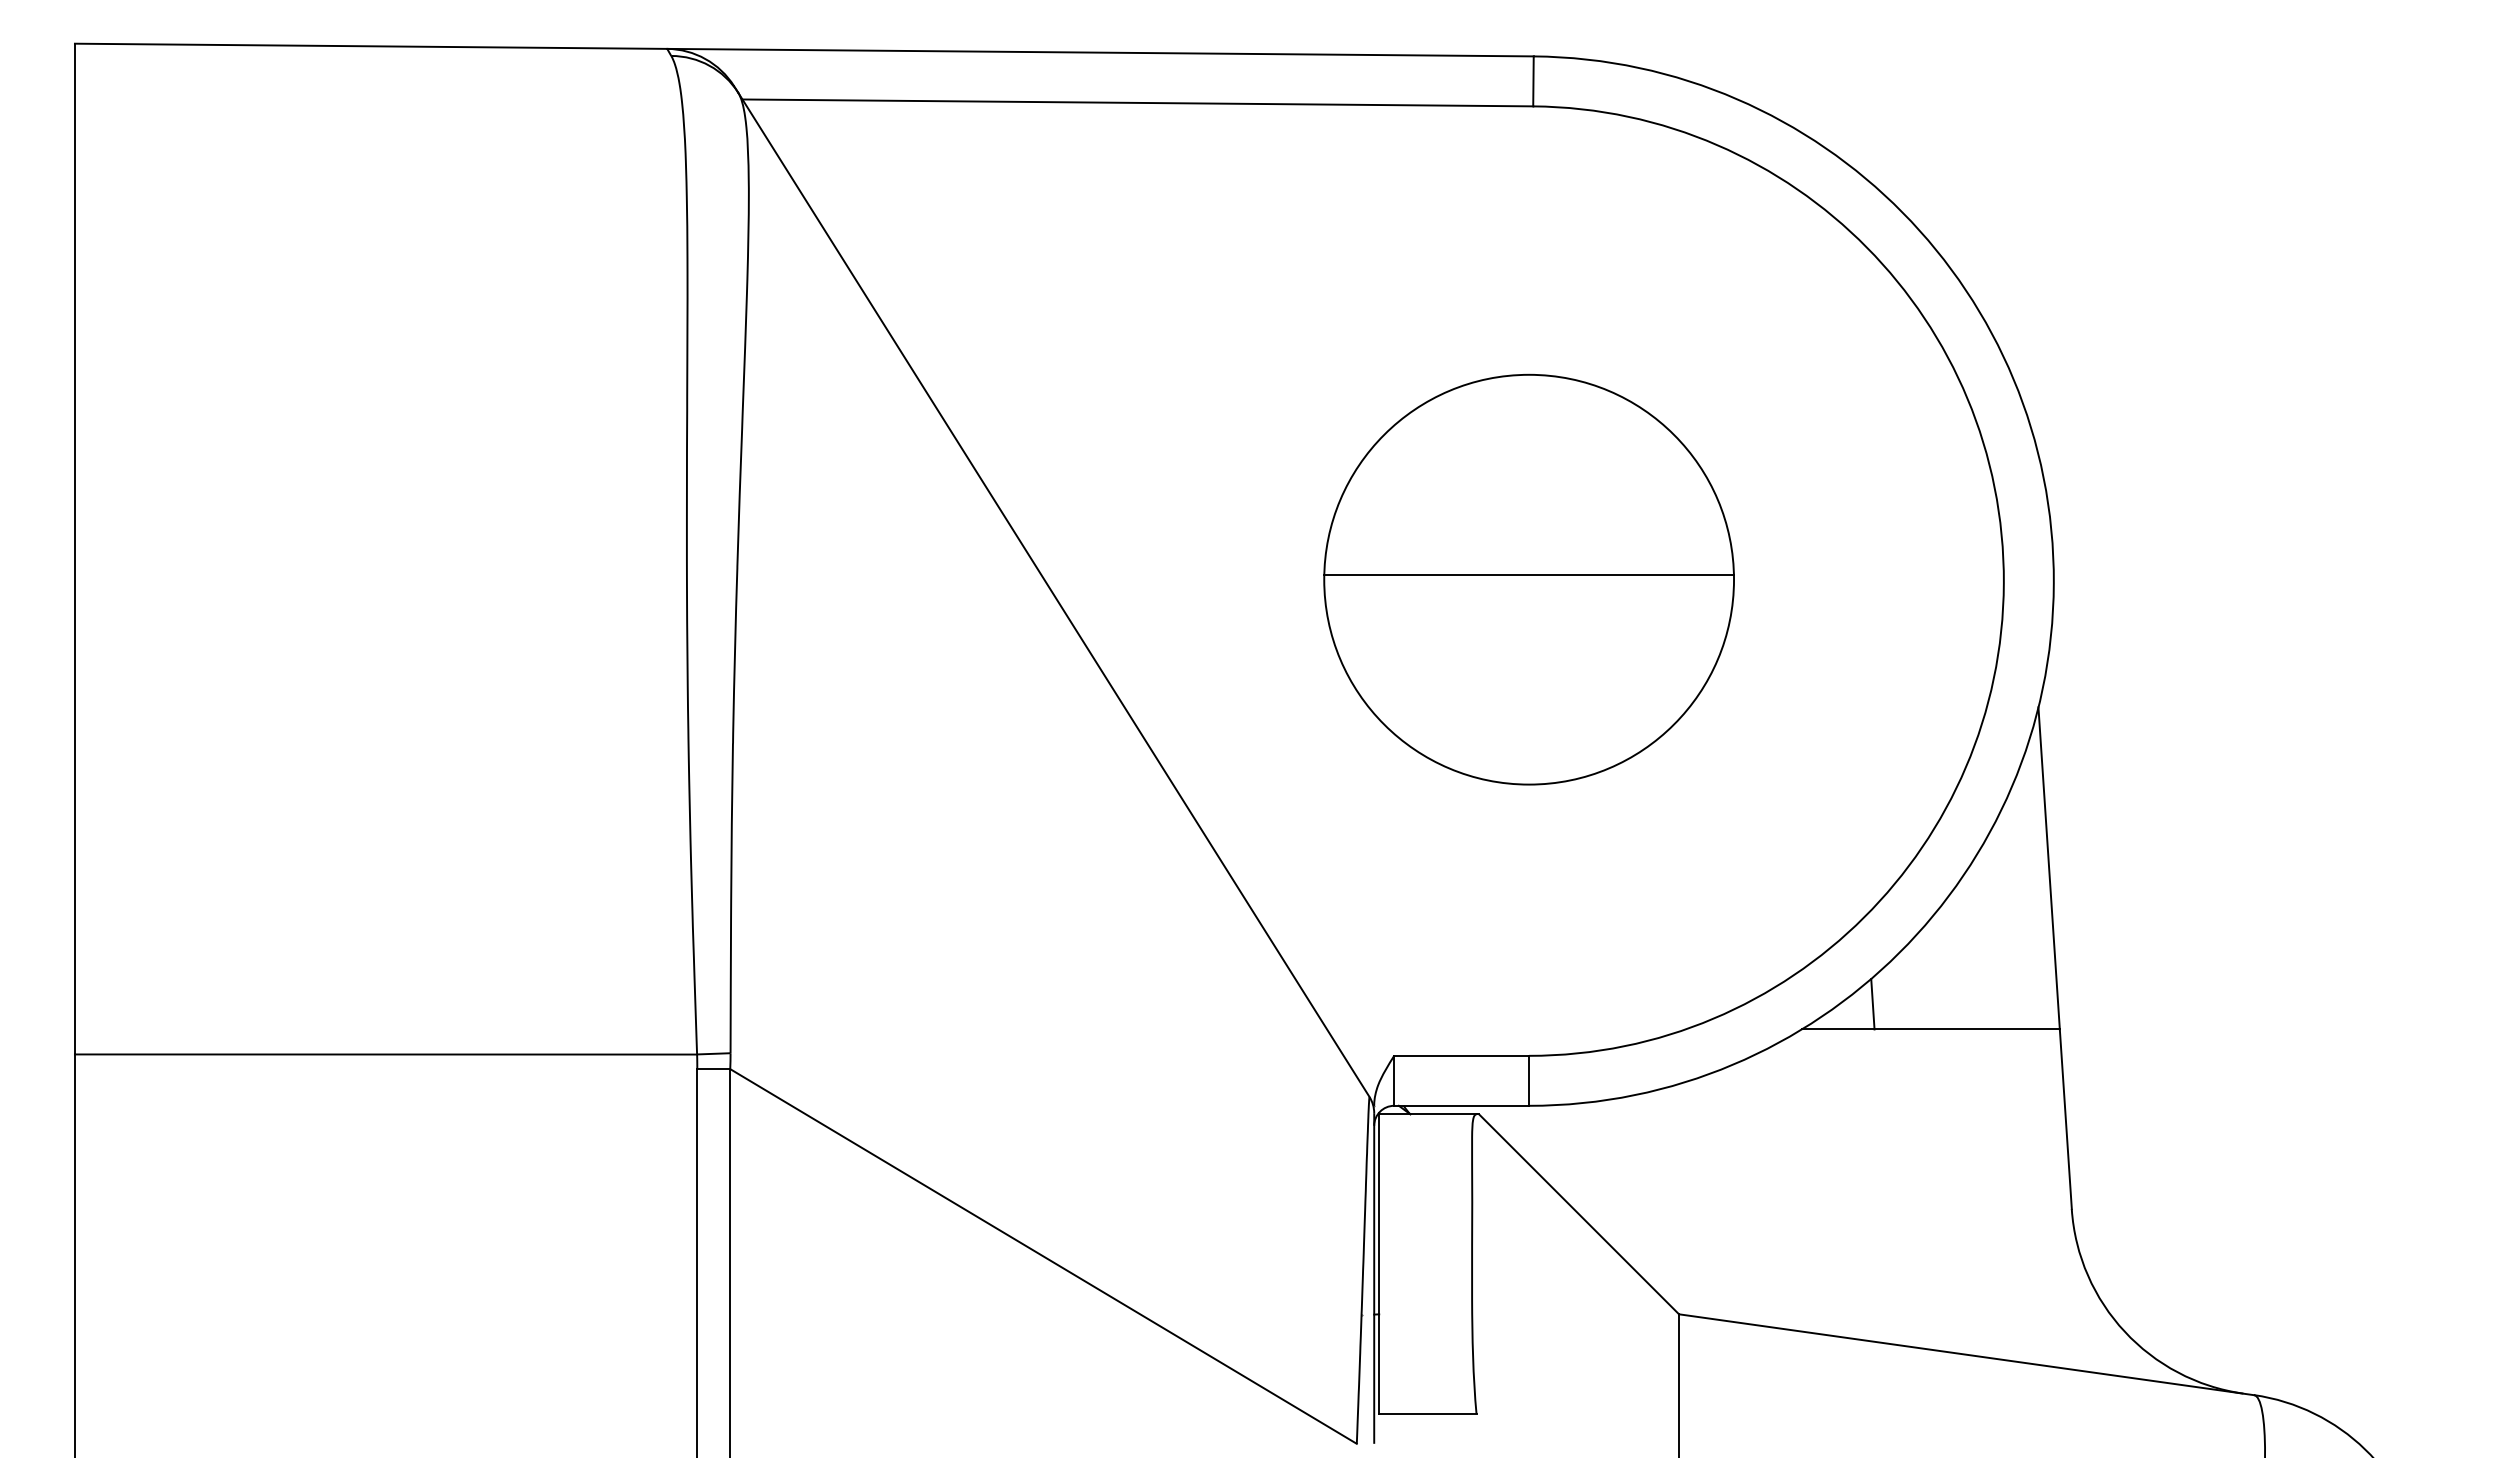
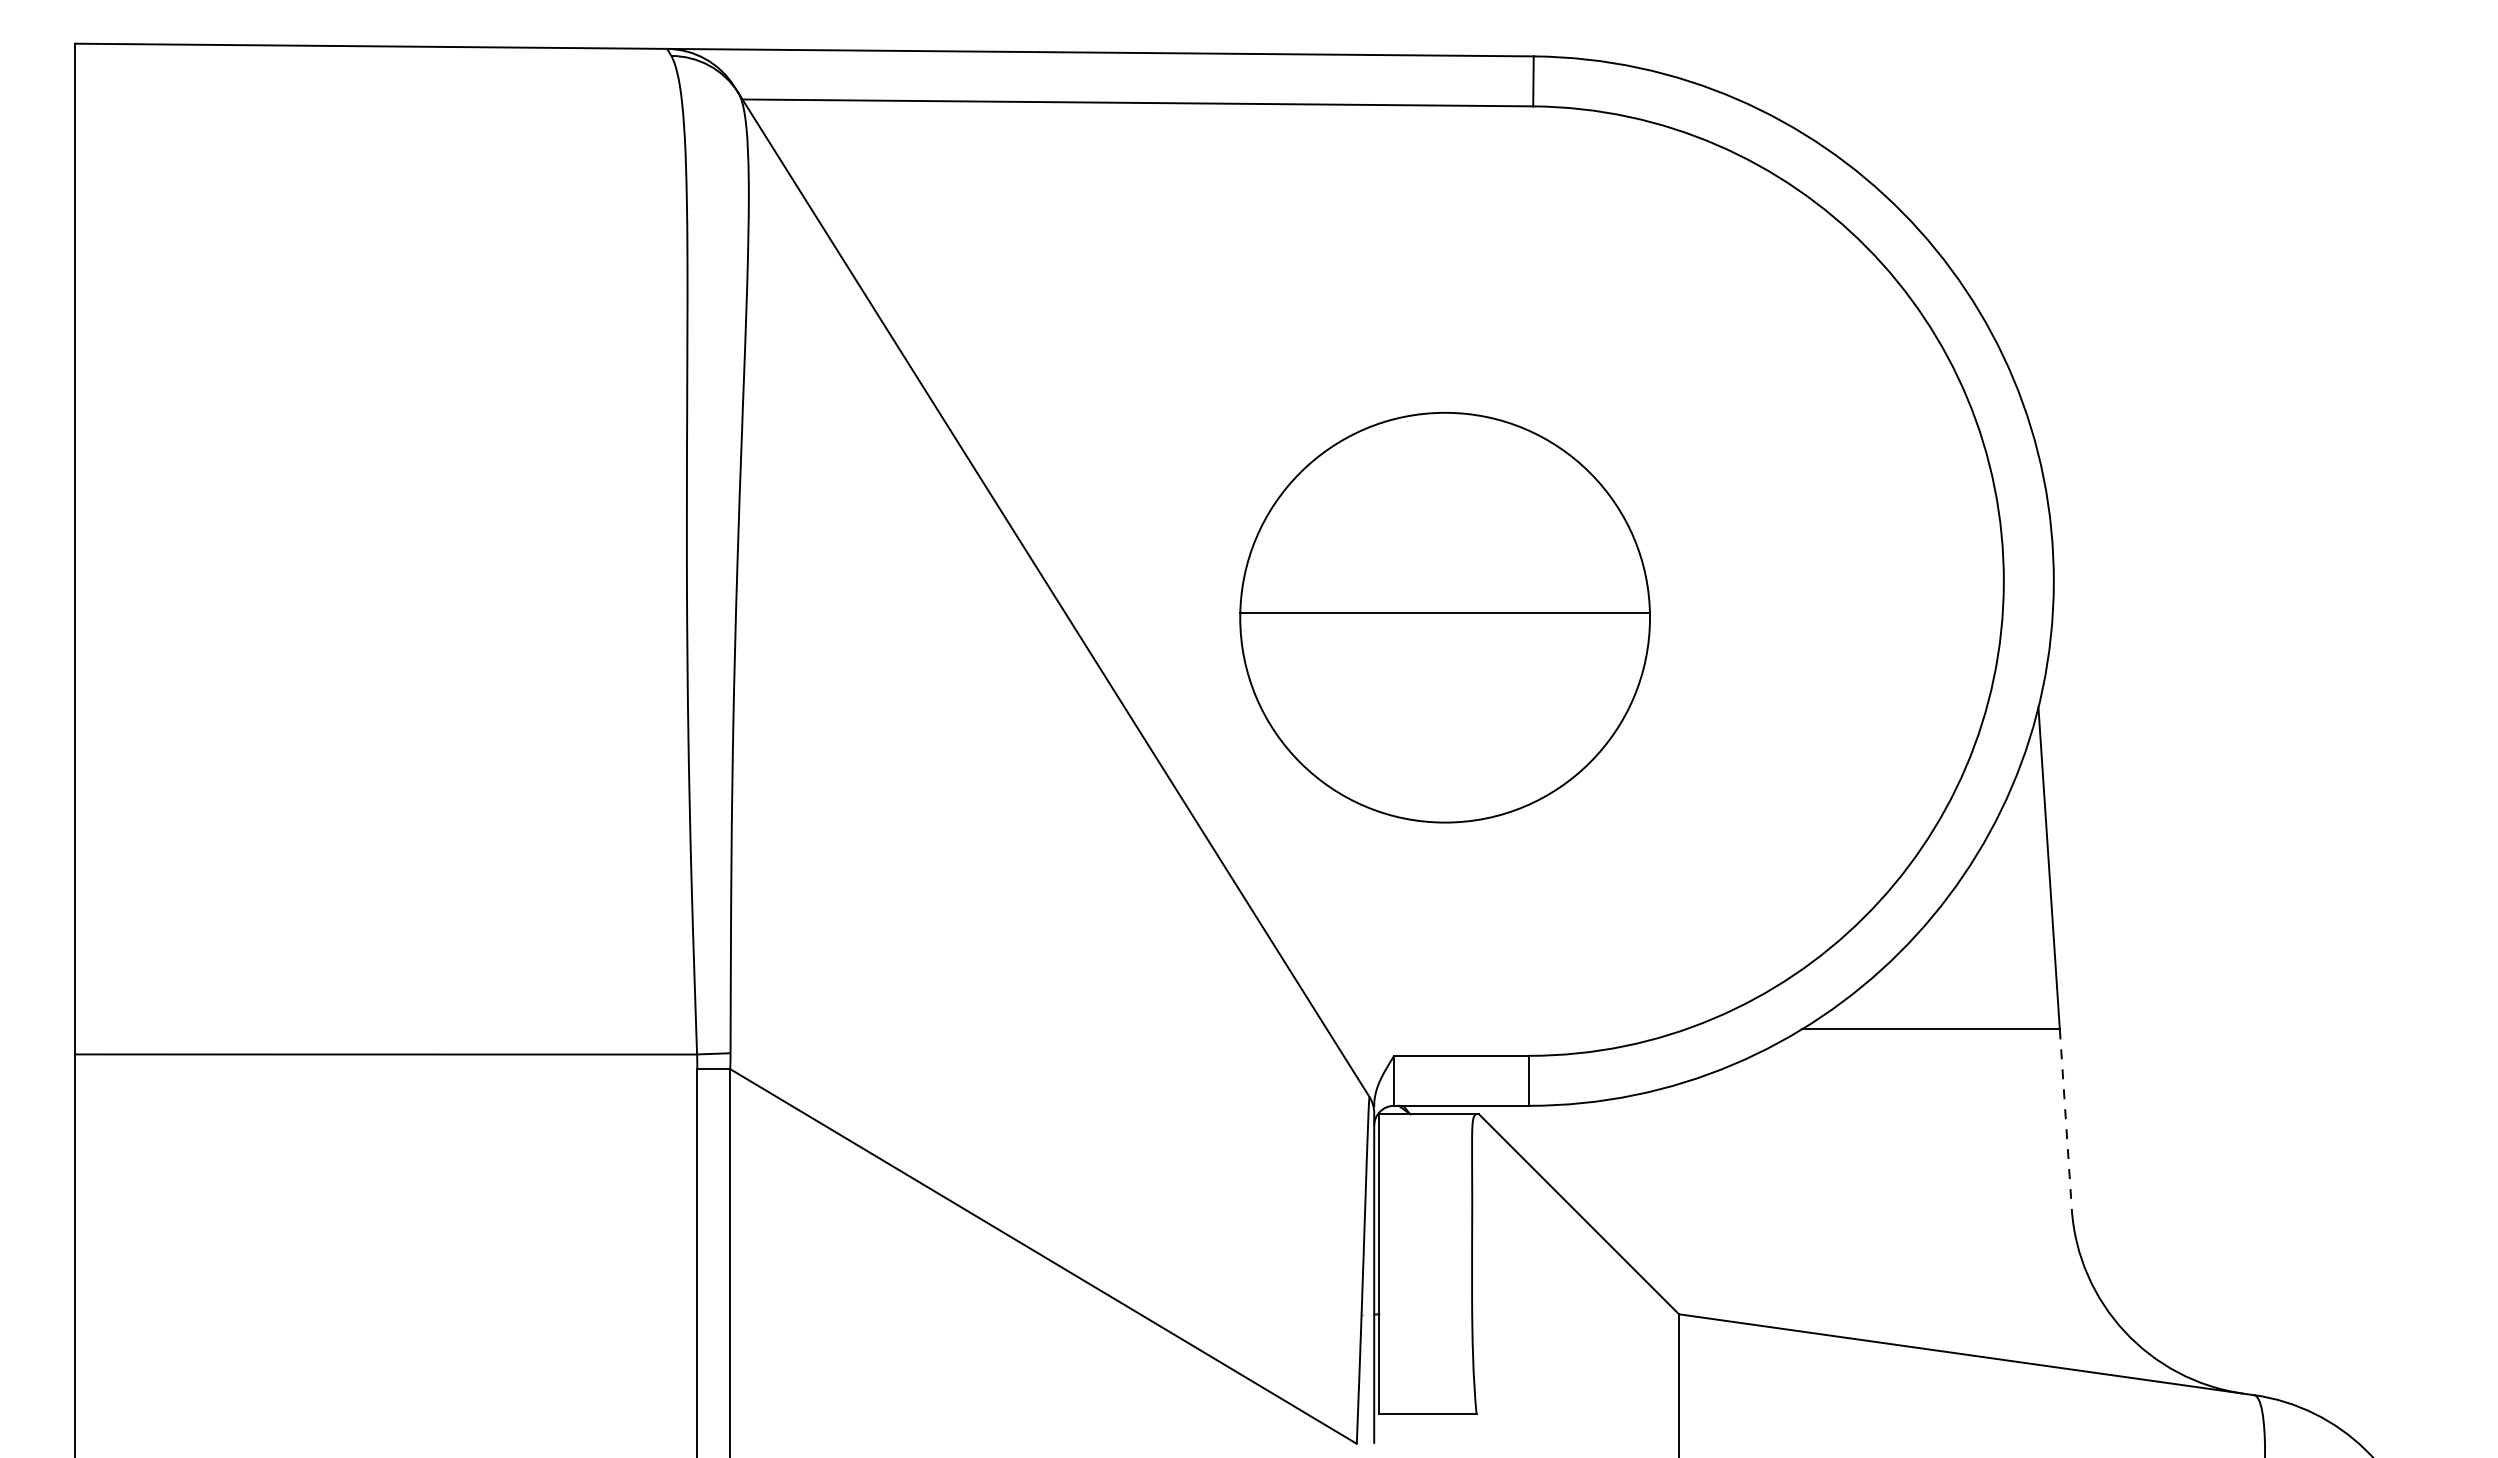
part at (1528, 579) position: (1528, 579) -> (1444, 617)
line at (1872, 1003): present -> none
line at (2065, 1119): solid -> dashed
